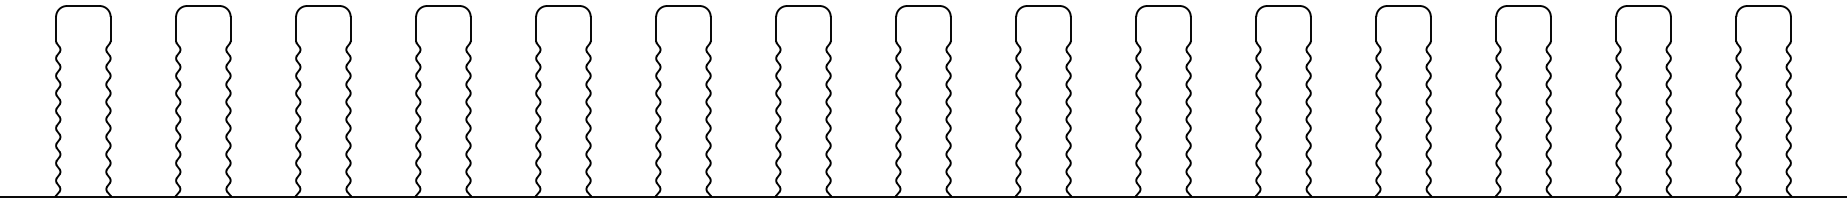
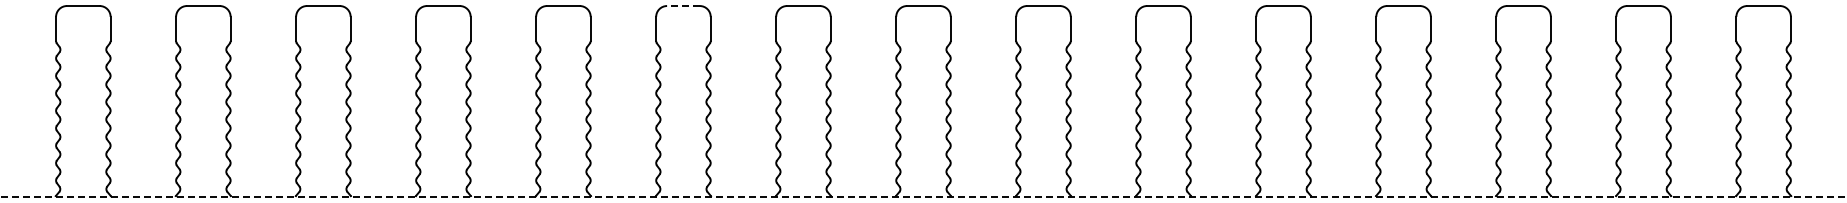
line at (682, 6): solid -> dashed
line at (923, 196): solid -> dashed
